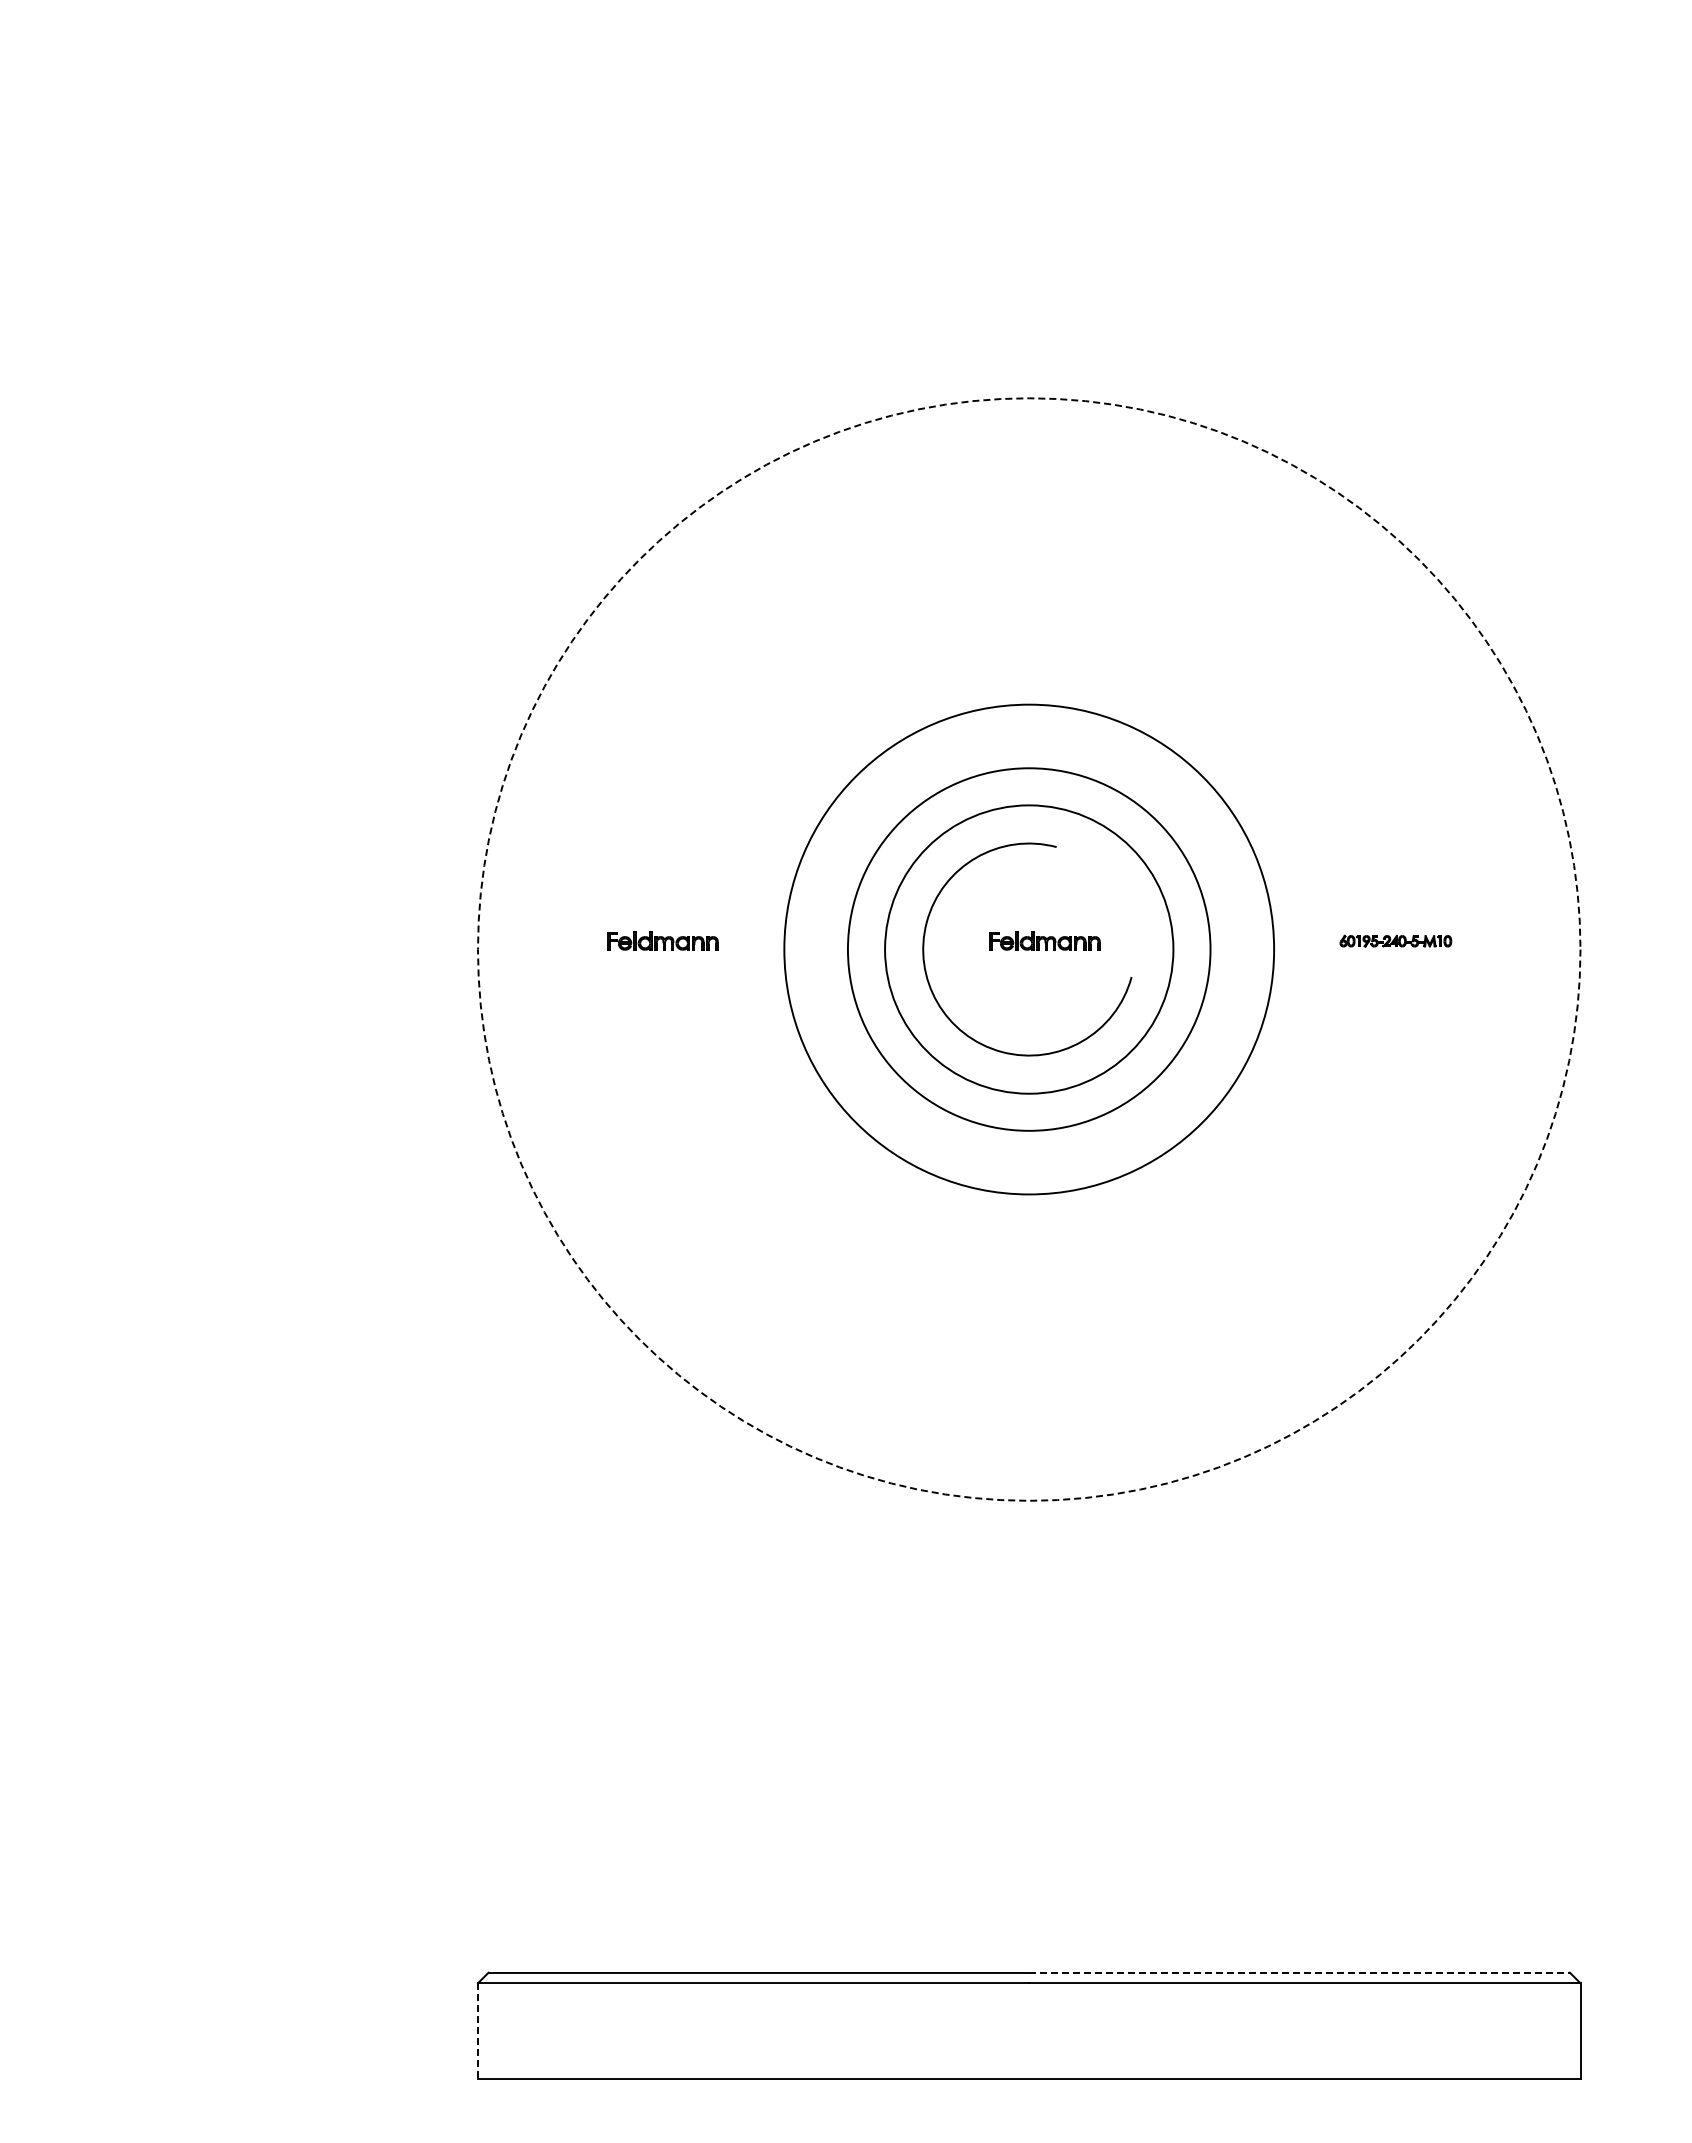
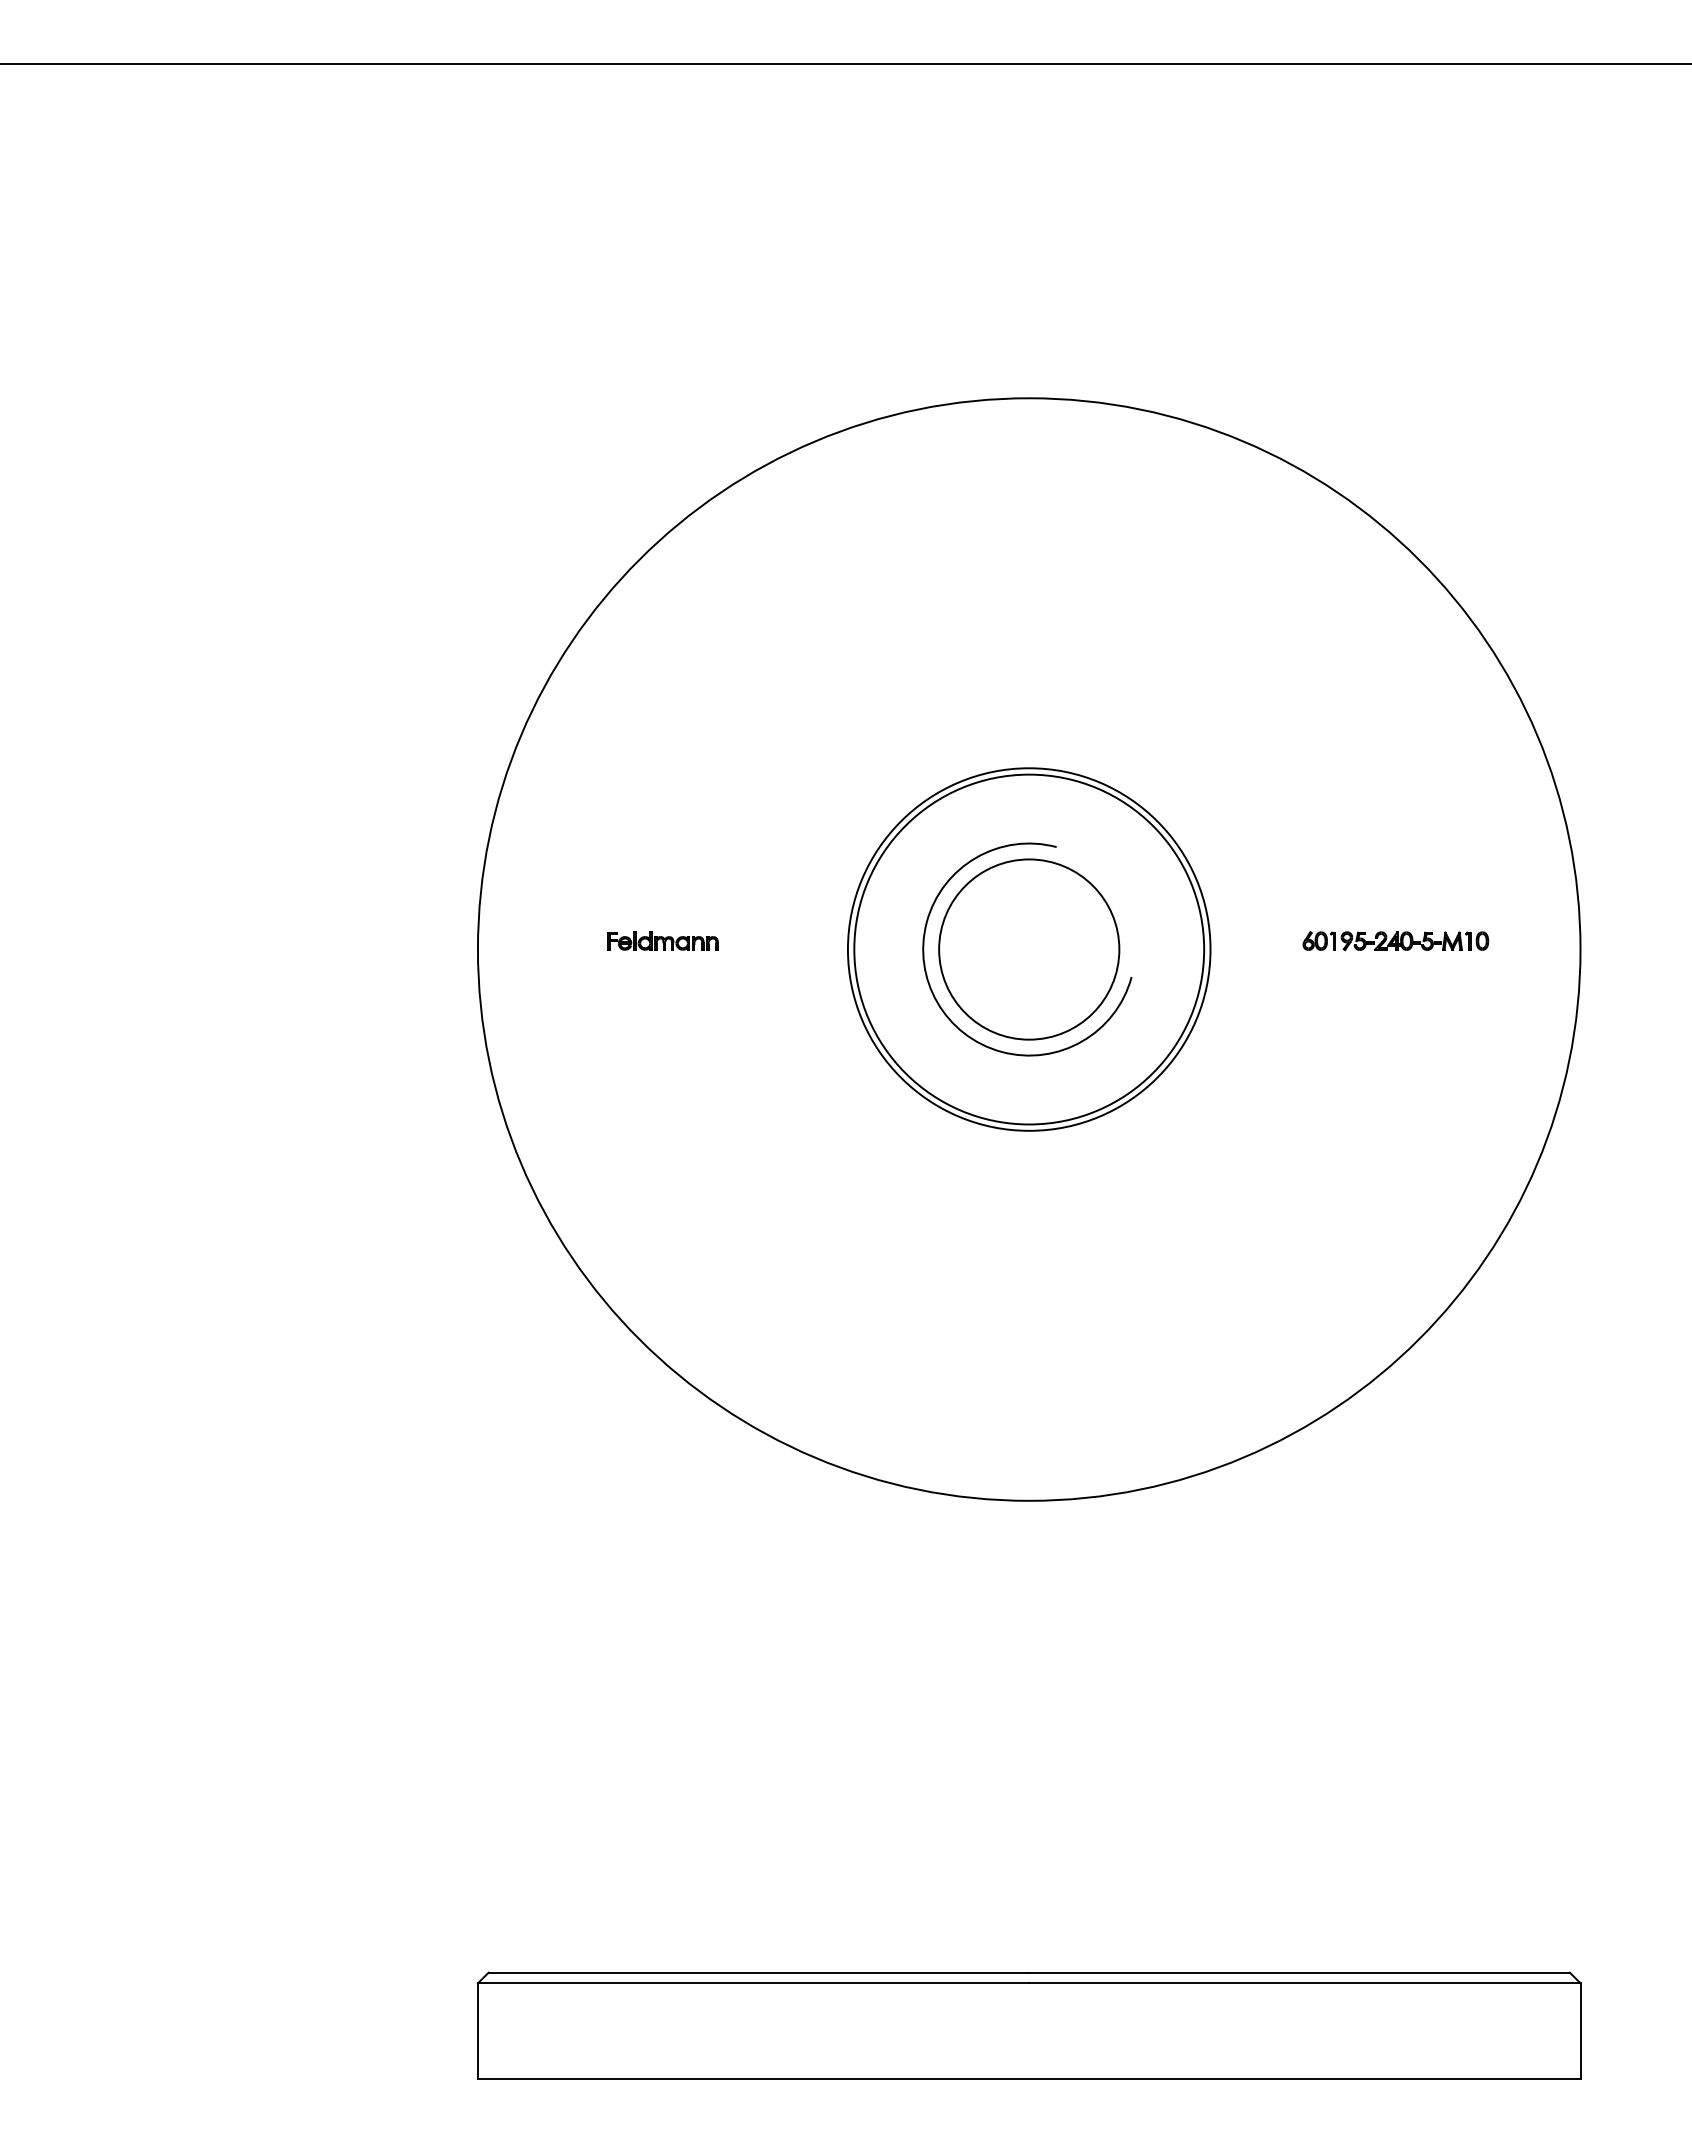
line at (845, 64): none -> present
part at (1044, 940): present -> none
part at (1395, 940) size: 114x14 px -> 188x21 px
circle at (1028, 949): dashed -> solid
circle at (1029, 949) diameter: 288 px -> 180 px
circle at (1029, 949) diameter: 490 px -> 350 px
line at (1300, 1972): dashed -> solid
line at (477, 2031): dashed -> solid
